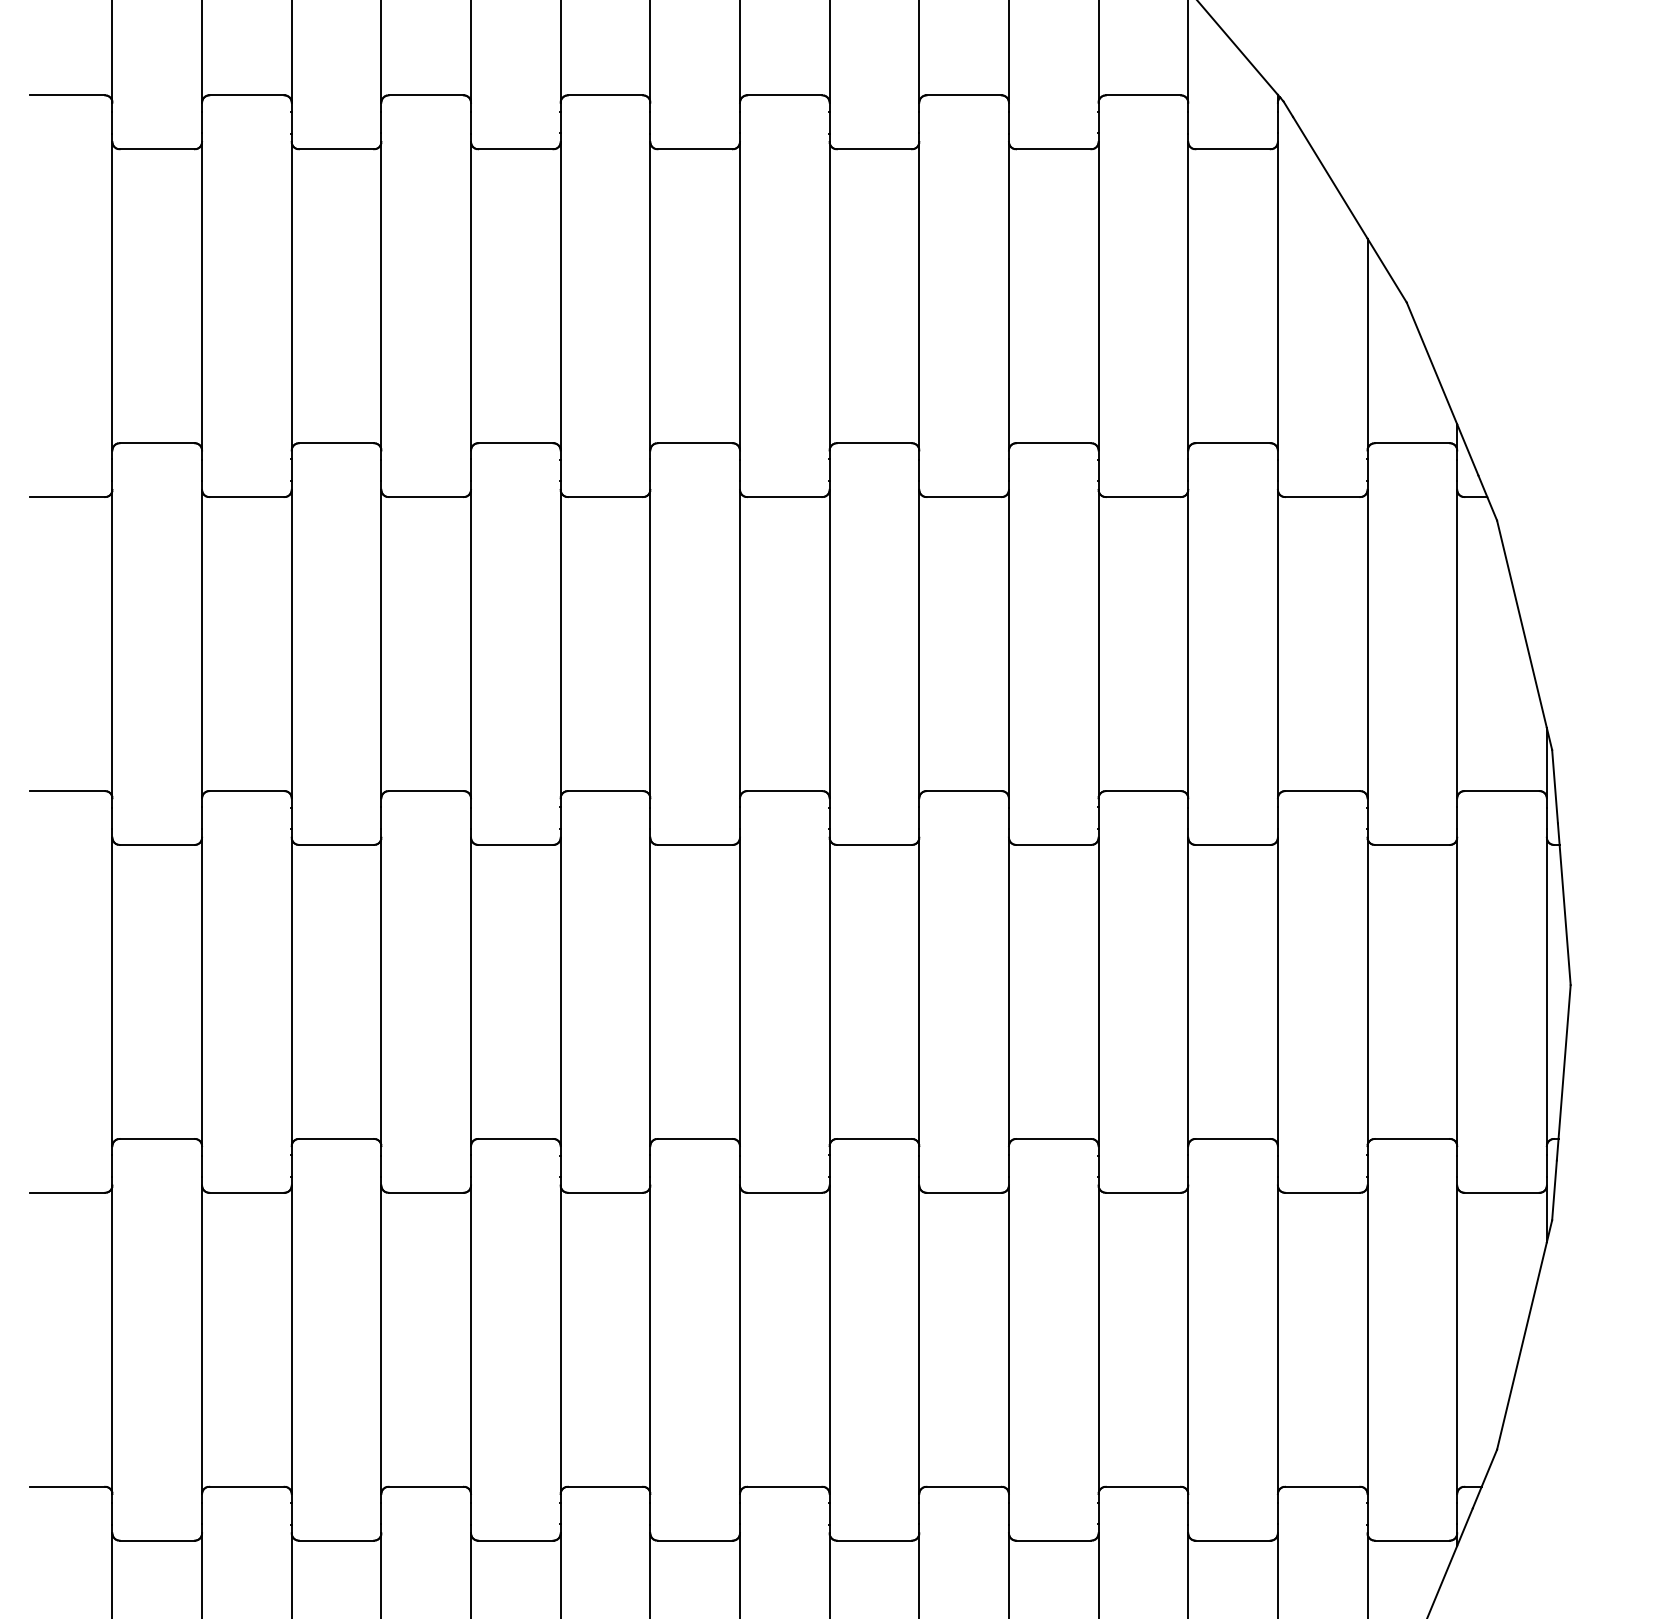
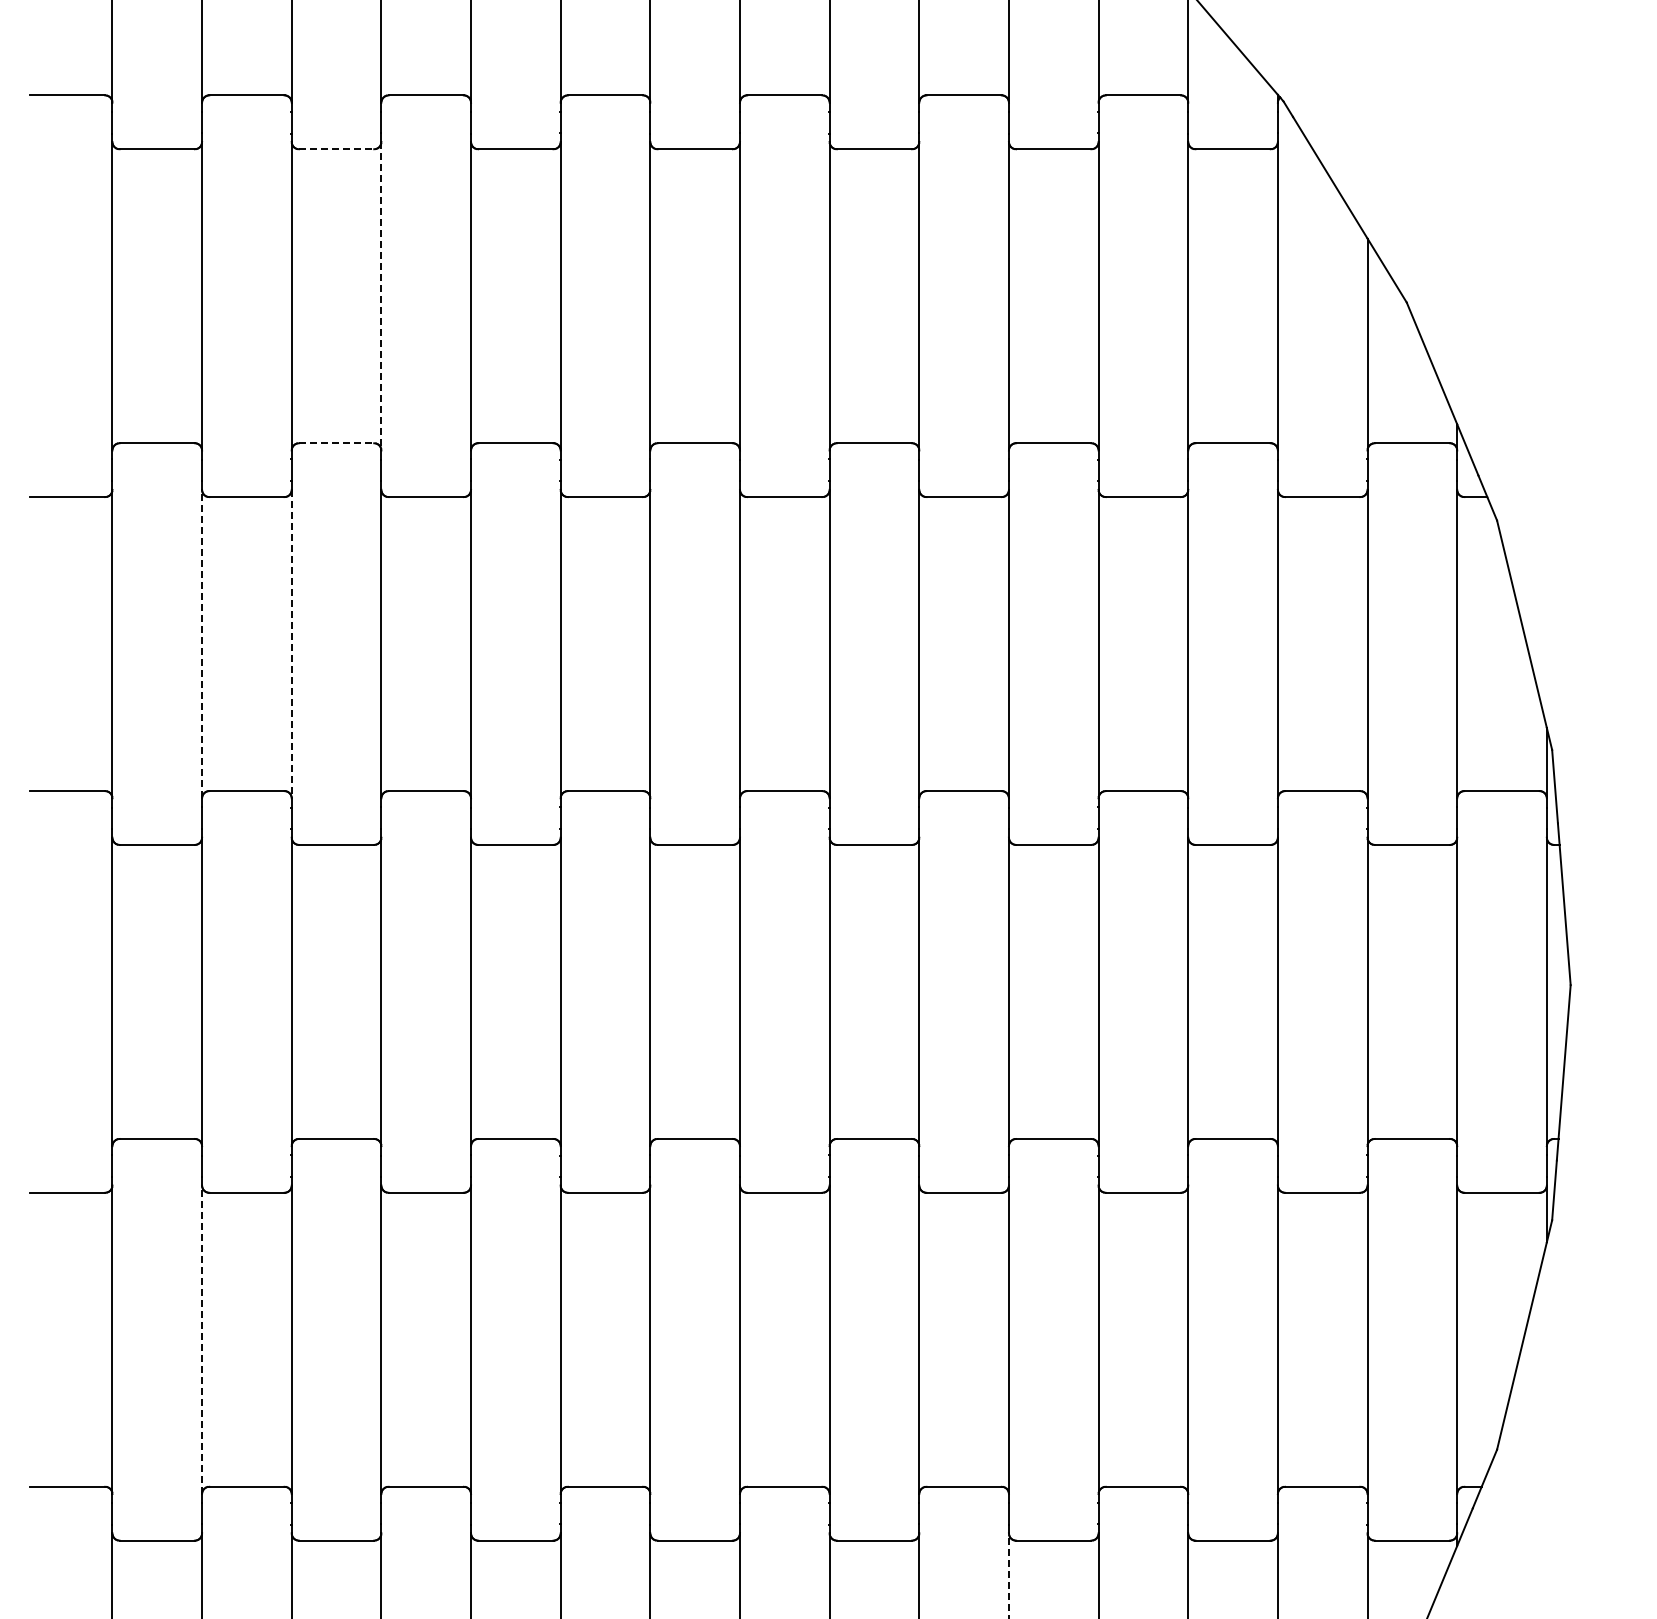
line at (336, 149): solid -> dashed
line at (381, 296): solid -> dashed
line at (336, 443): solid -> dashed
line at (202, 643): solid -> dashed
line at (291, 644): solid -> dashed
line at (202, 1339): solid -> dashed
line at (1008, 1575): solid -> dashed
